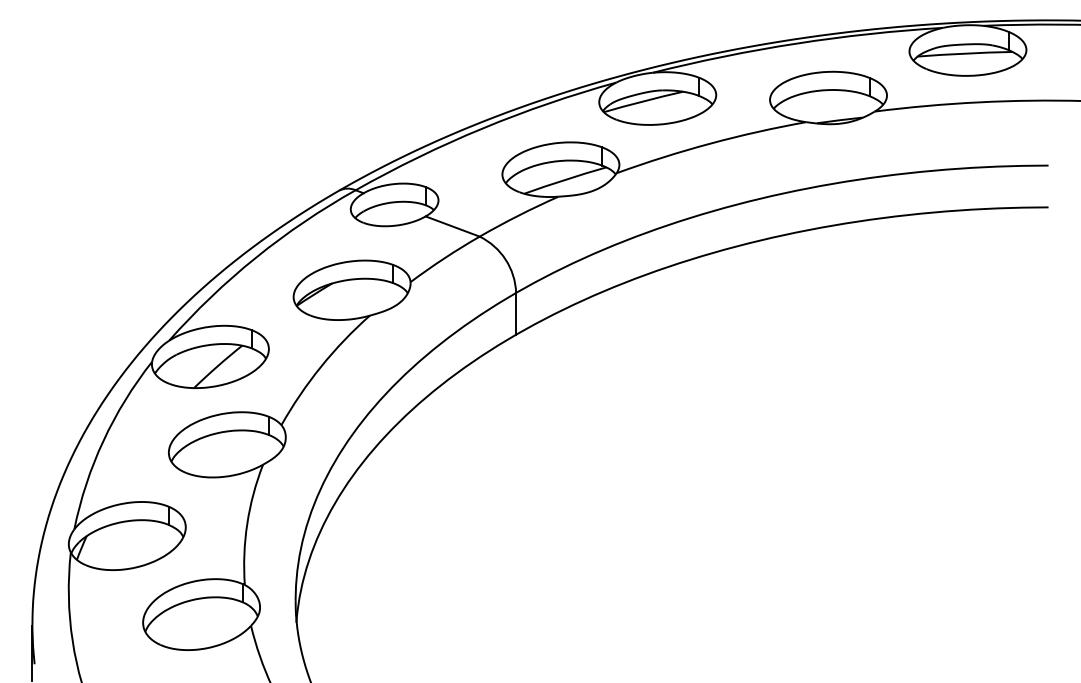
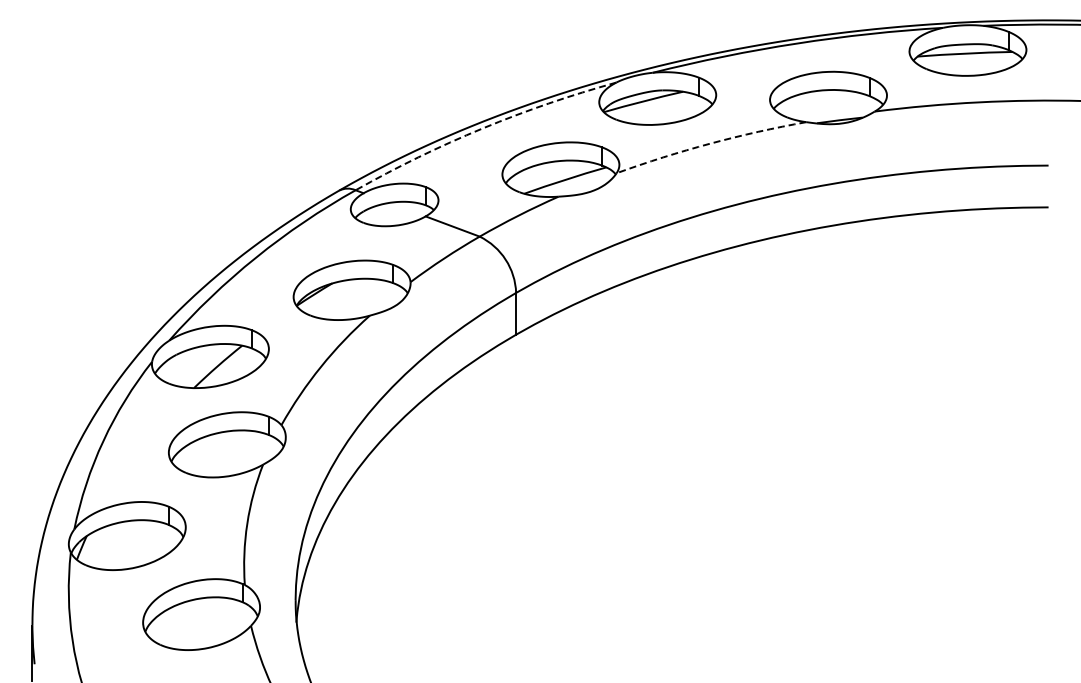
arc at (482, 128): solid -> dashed
arc at (710, 143): solid -> dashed
